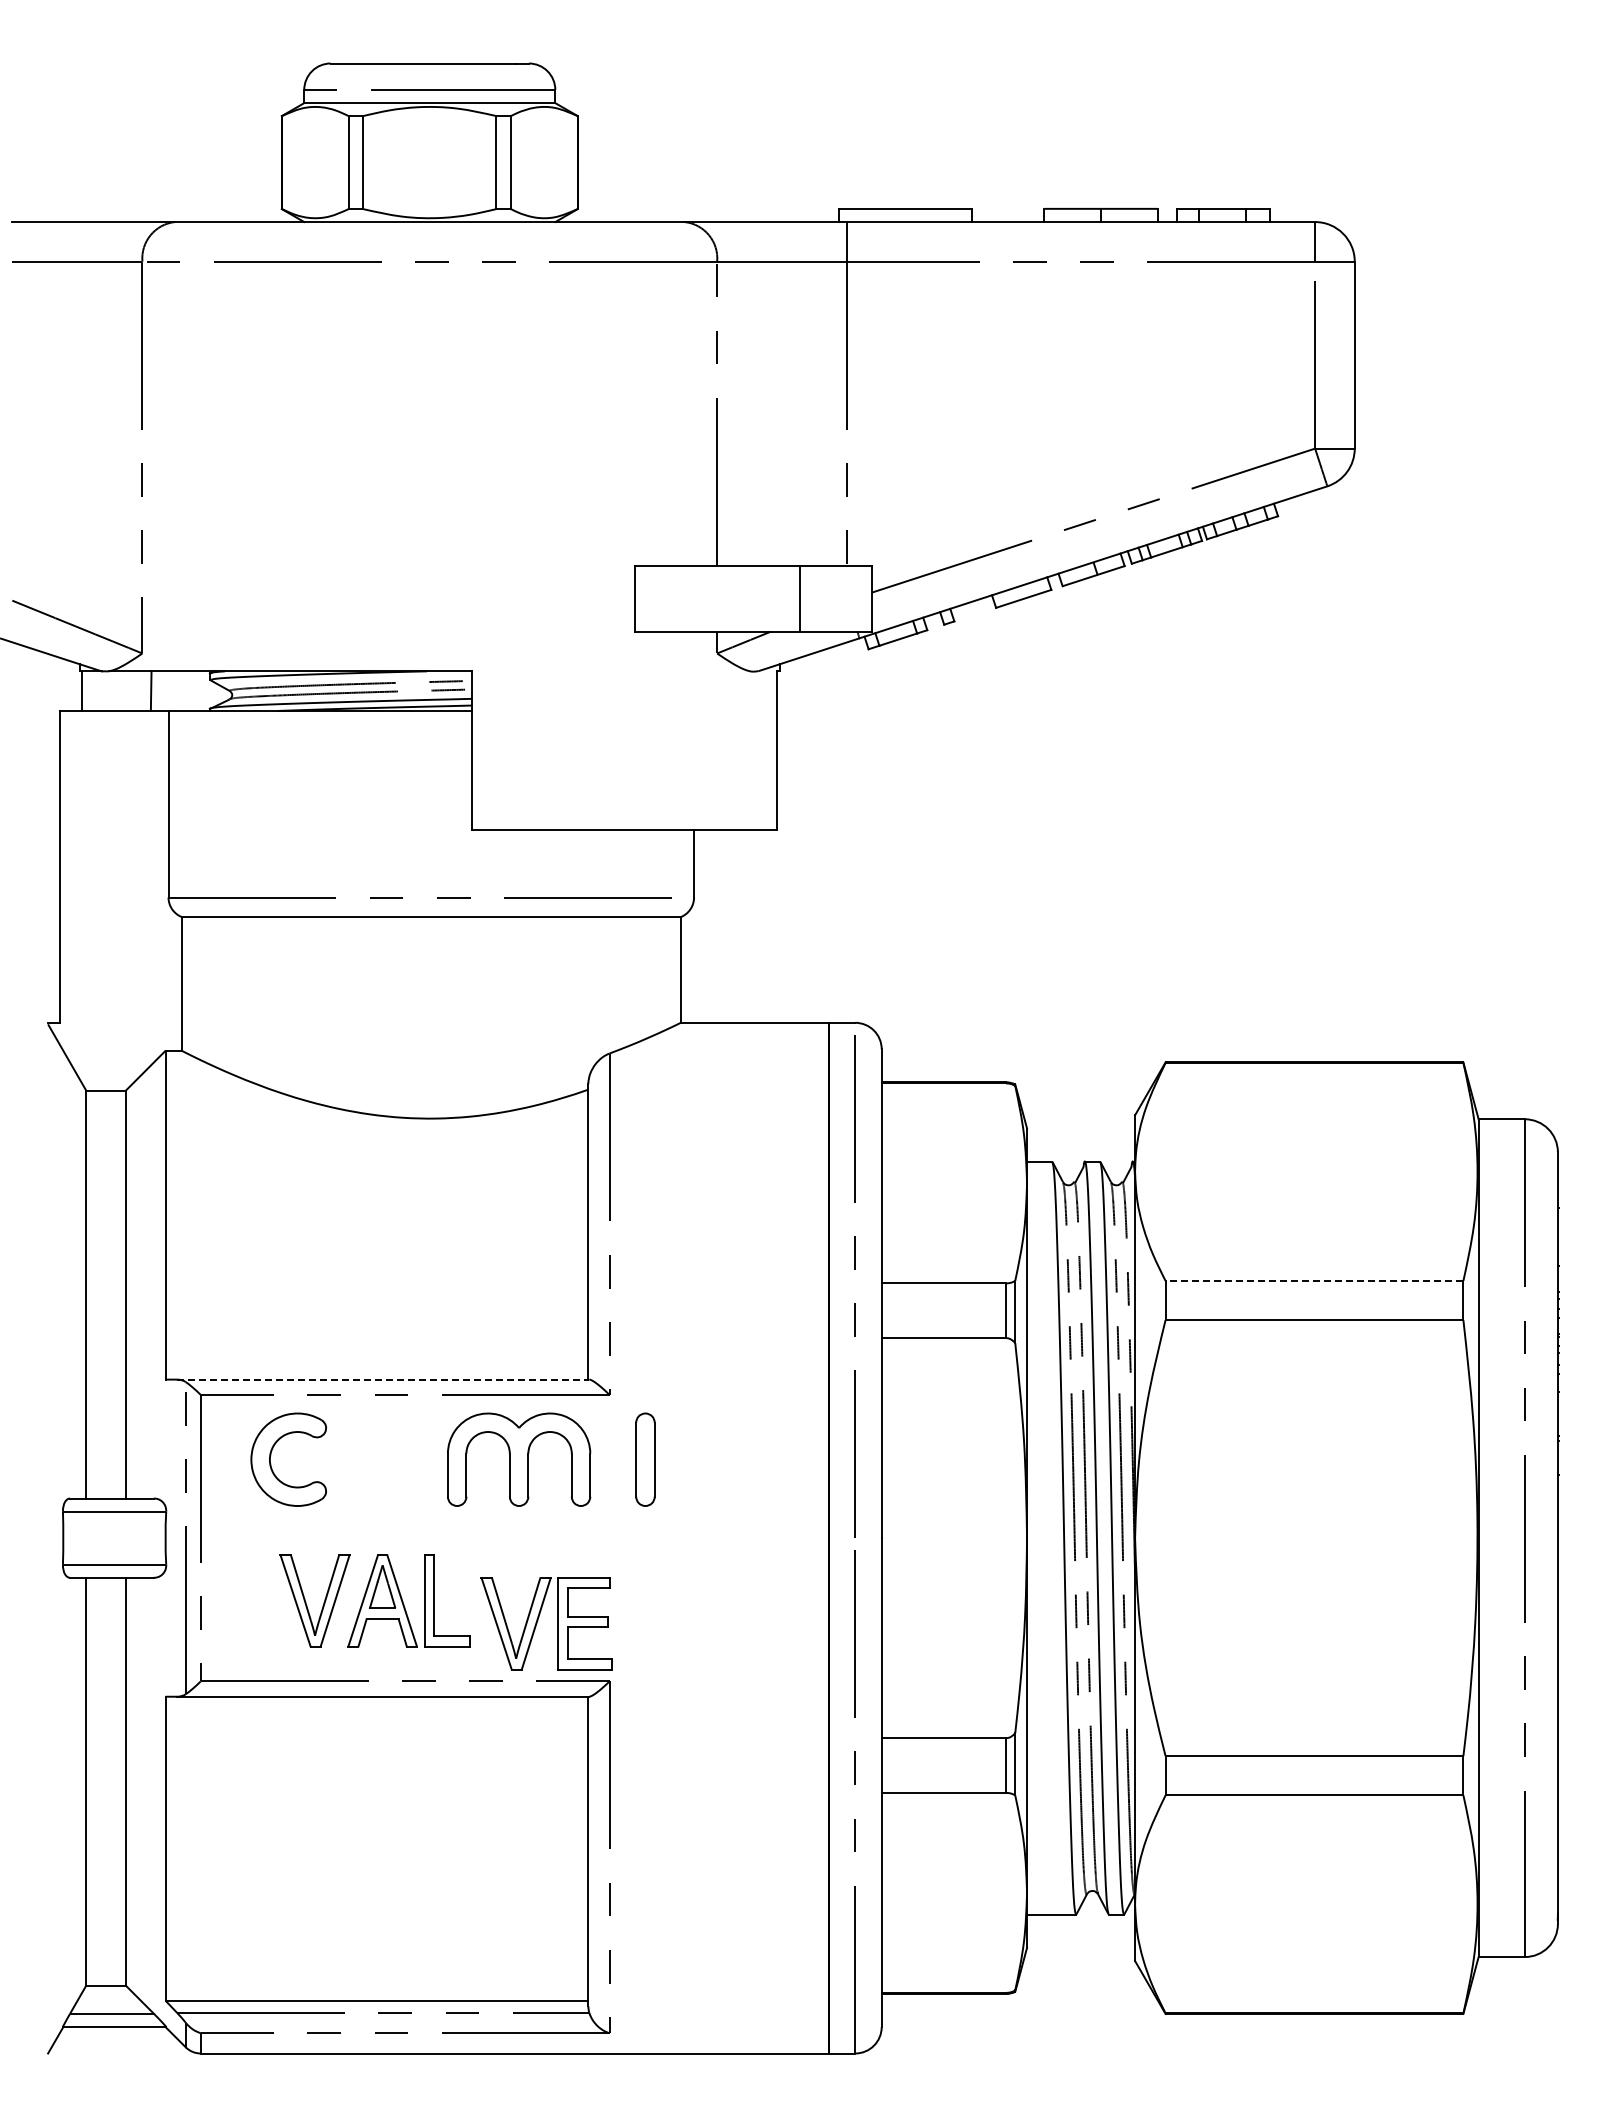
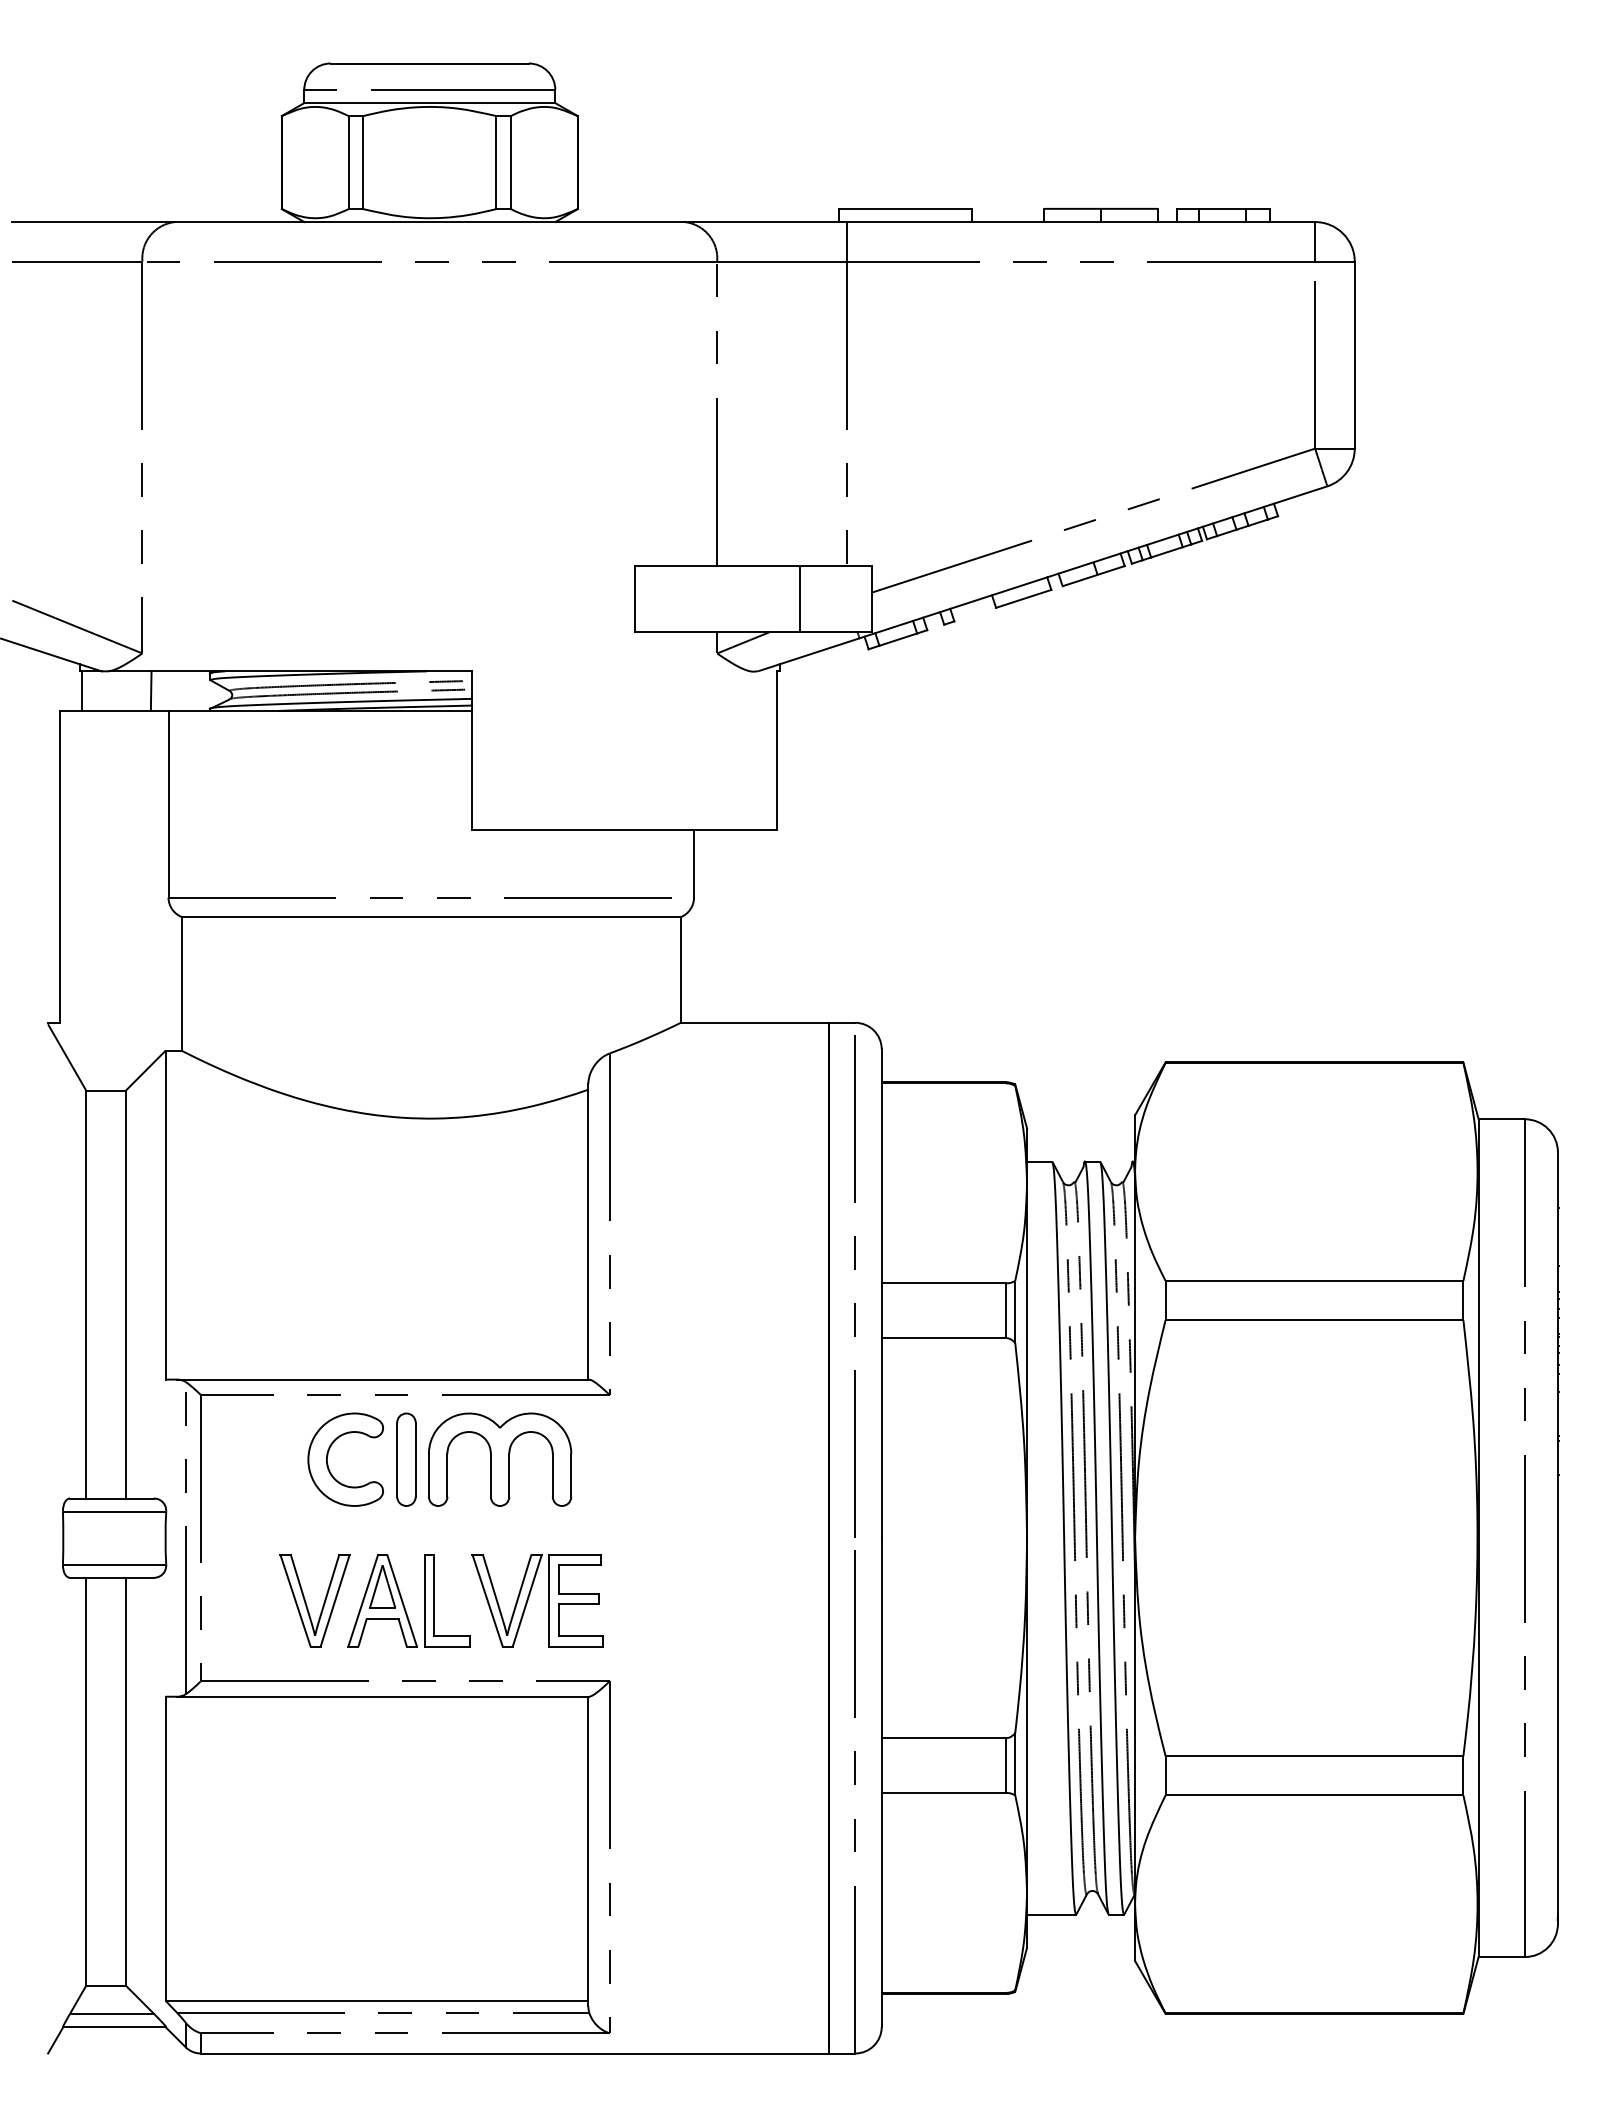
line at (1314, 1280): dashed -> solid
line at (383, 1379): dashed -> solid
part at (271, 1455) position: (271, 1455) -> (328, 1455)
part at (519, 1459) position: (519, 1459) -> (500, 1459)
part at (645, 1459) position: (645, 1459) -> (406, 1459)
part at (538, 1620) position: (538, 1620) -> (529, 1597)
